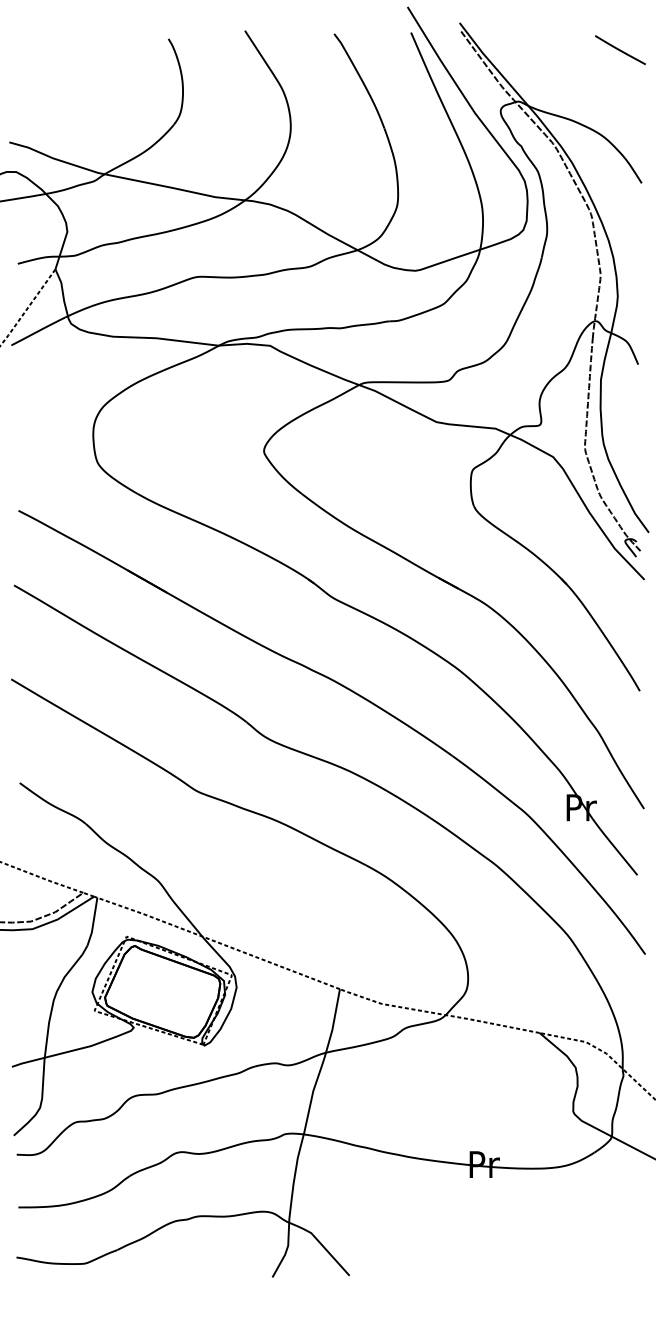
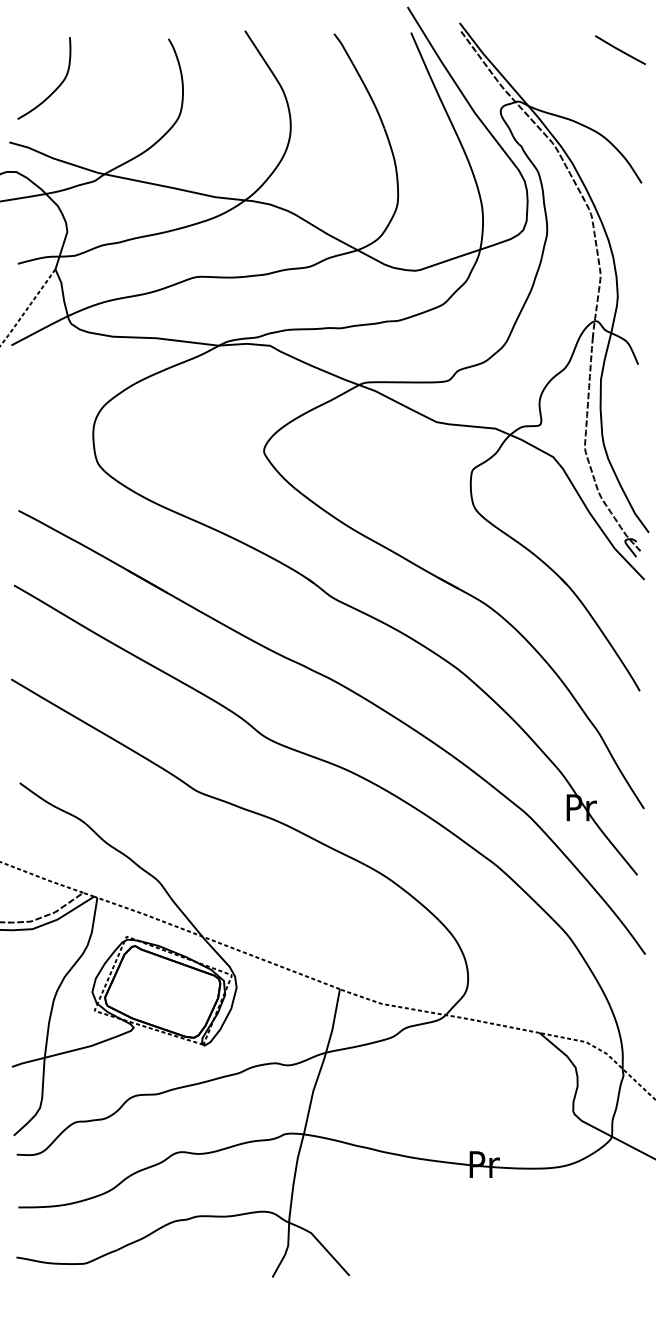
curve at (55, 88): none -> present
